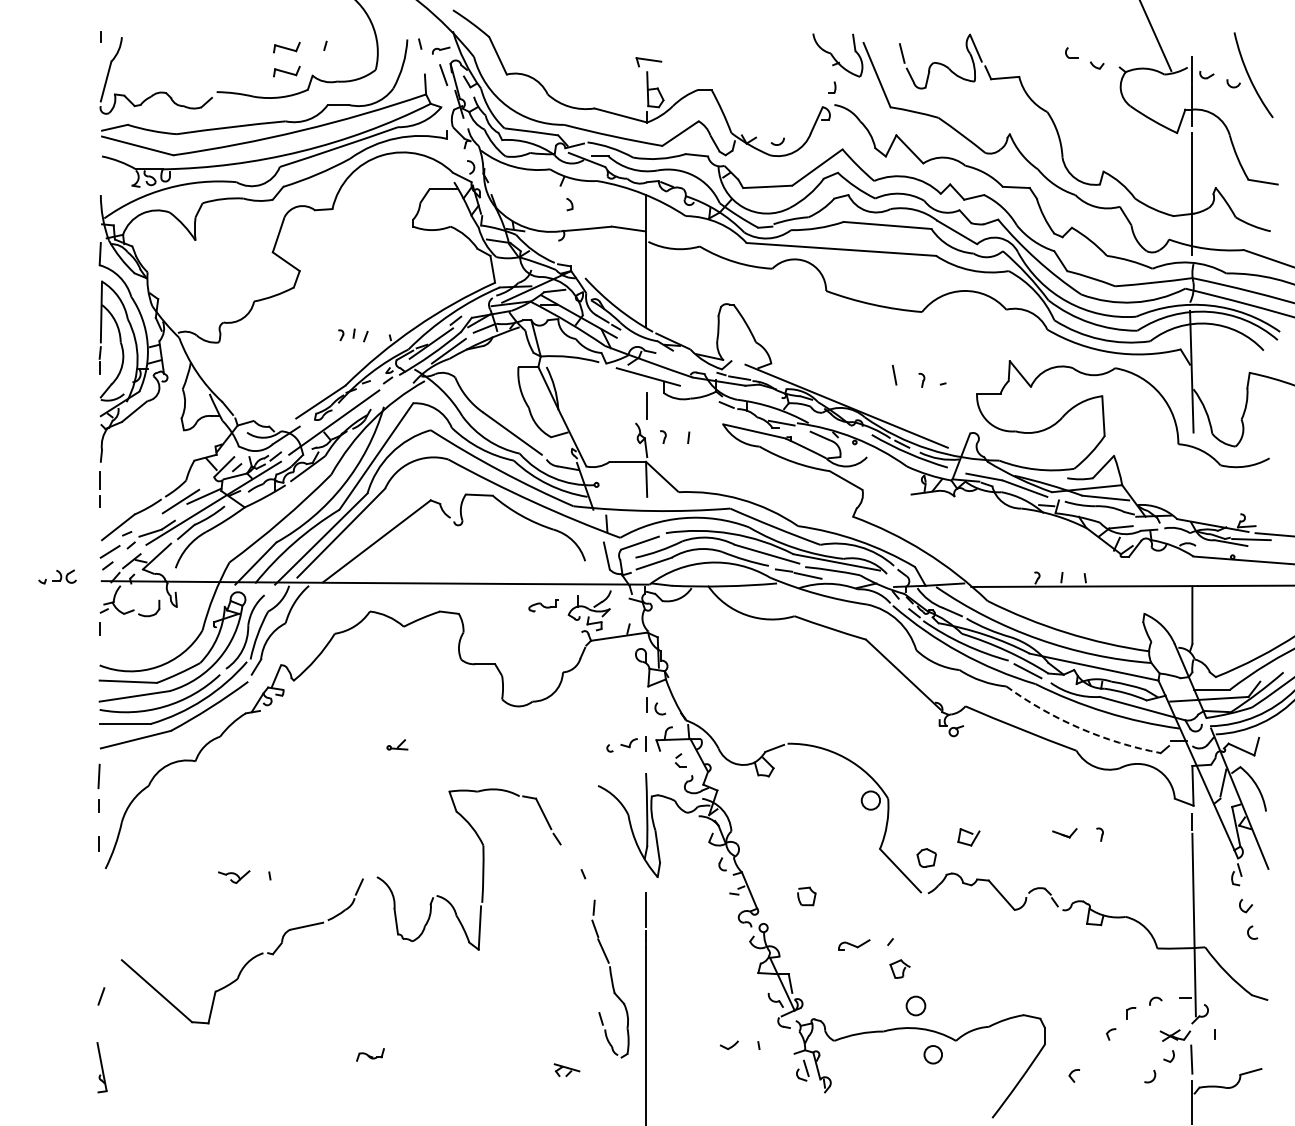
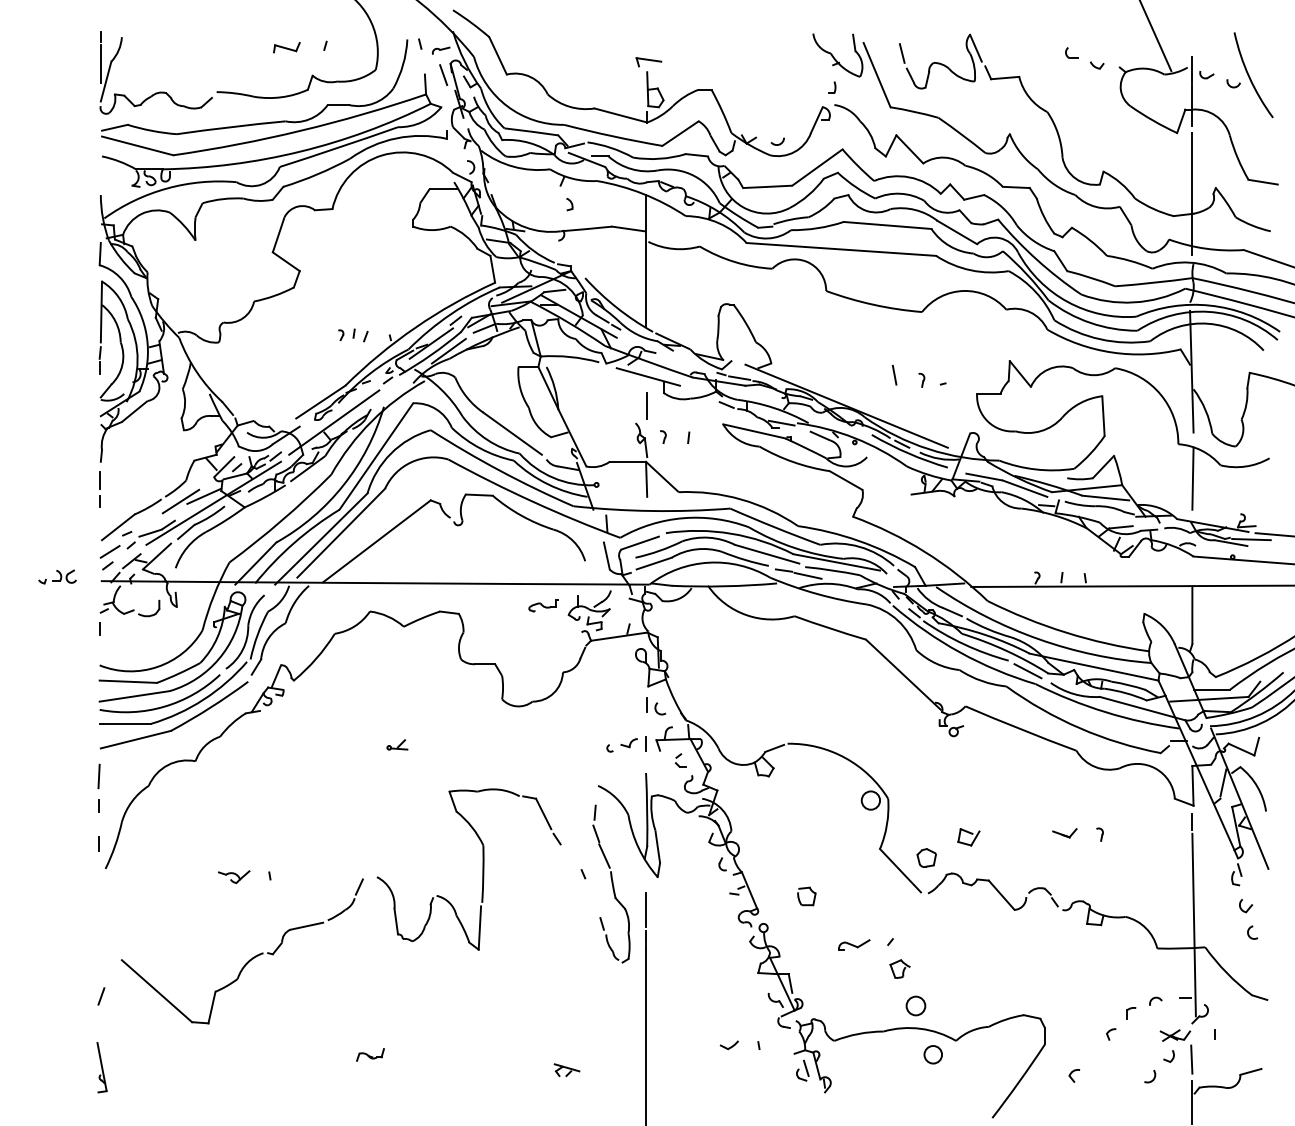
line at (100, 63): none -> present
part at (286, 71): present -> none
line at (1192, 478): none -> present
arc at (1079, 728): dashed -> solid
part at (610, 978) position: (610, 978) -> (611, 883)
